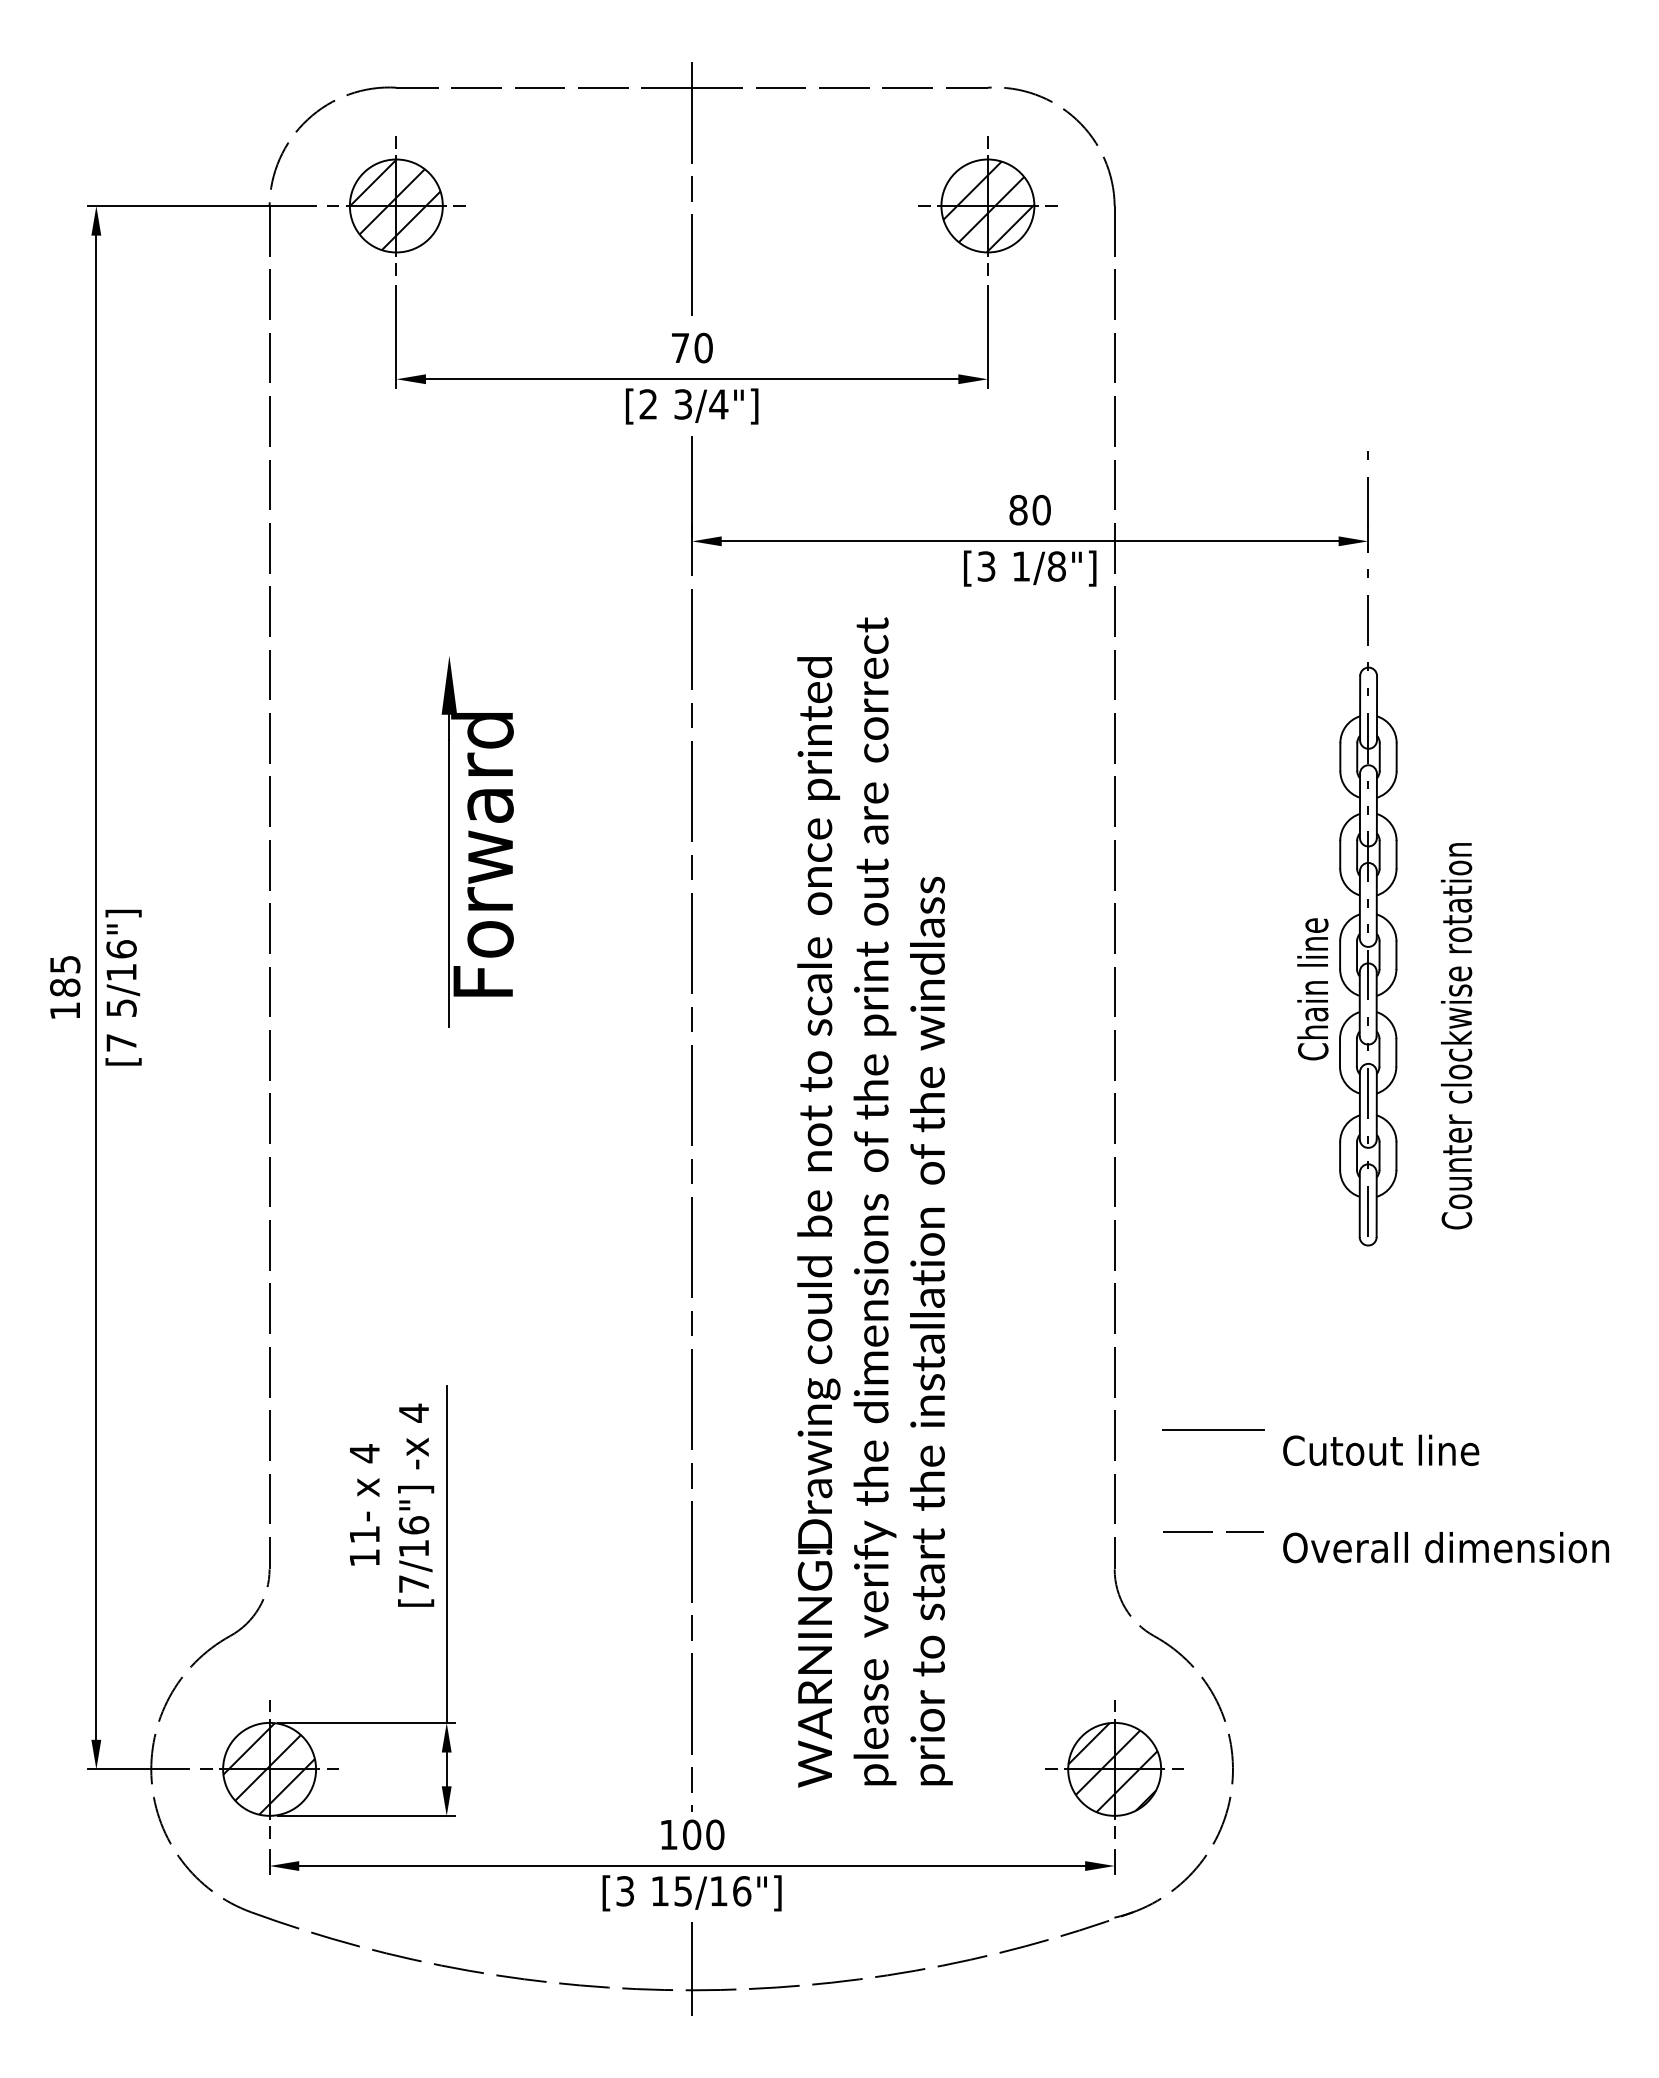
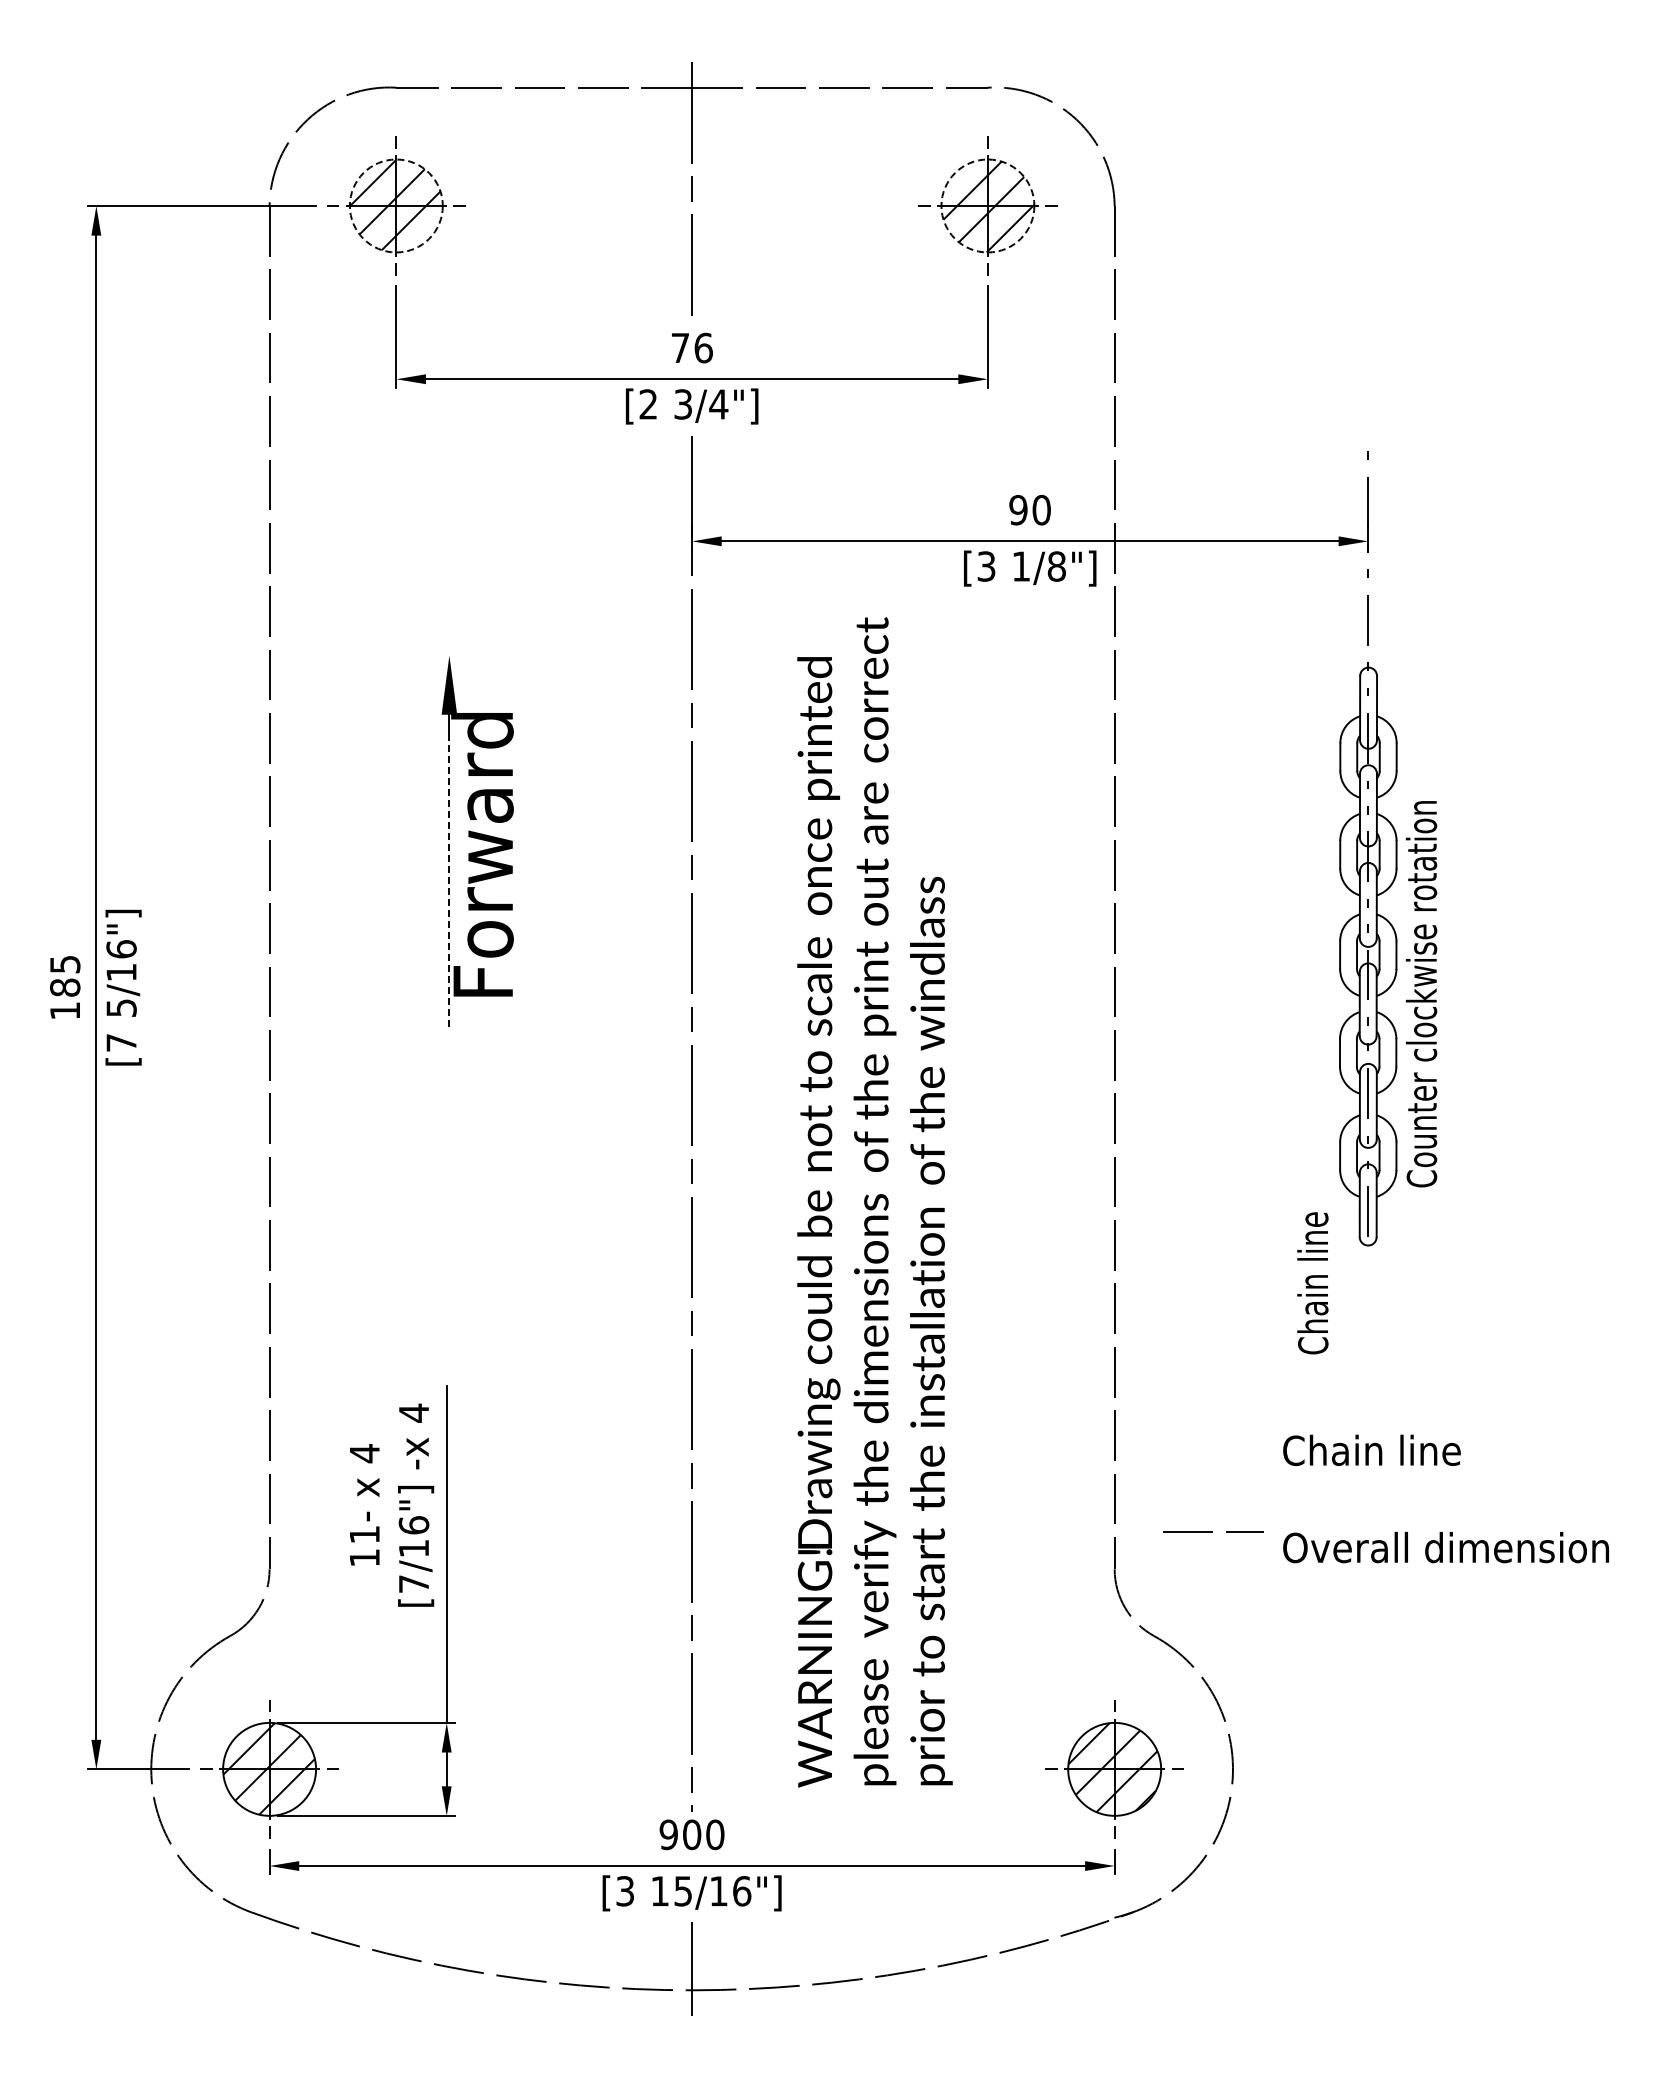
circle at (395, 205): solid -> dashed
circle at (987, 205): solid -> dashed
text at (703, 347): 70 -> 76
text at (1018, 510): 80 -> 90
line at (449, 883): solid -> dashed
text at (1312, 989) position: (1312, 989) -> (1312, 1283)
text at (1456, 1036) position: (1456, 1036) -> (1421, 994)
line at (1213, 1430): present -> none
text at (1394, 1450): Cutout line -> Chain line
text at (668, 1834): 100 -> 900
